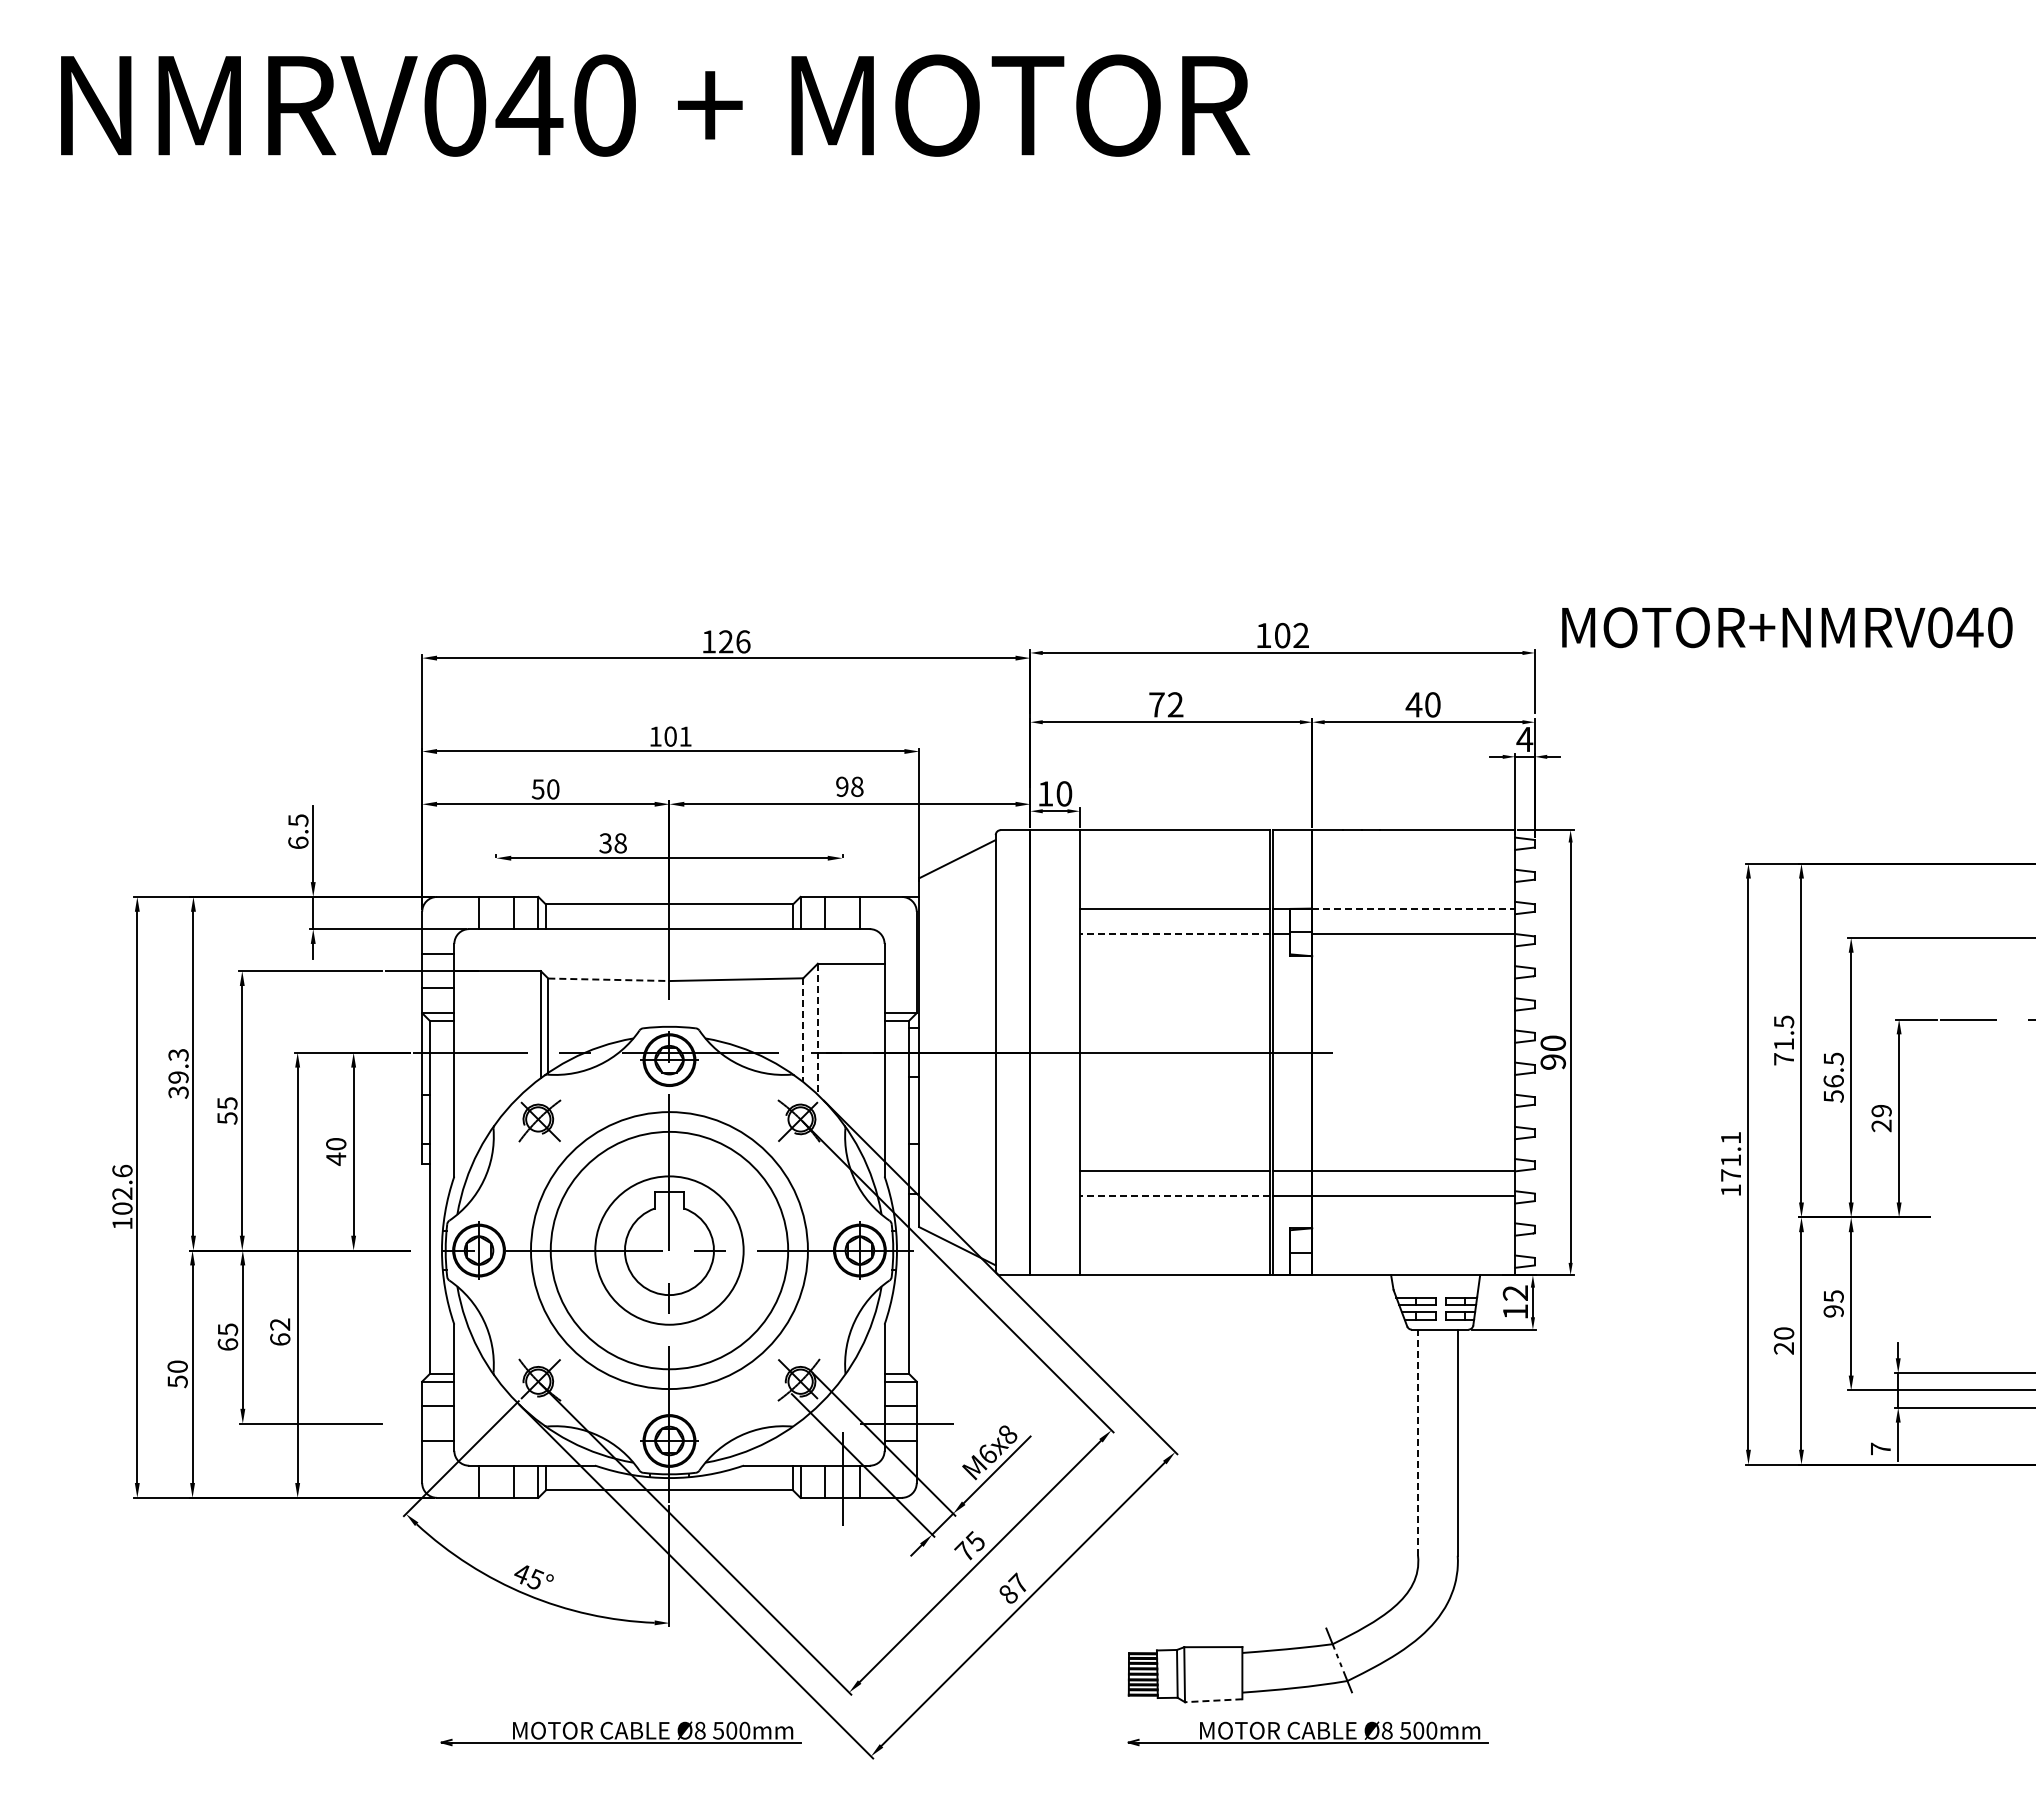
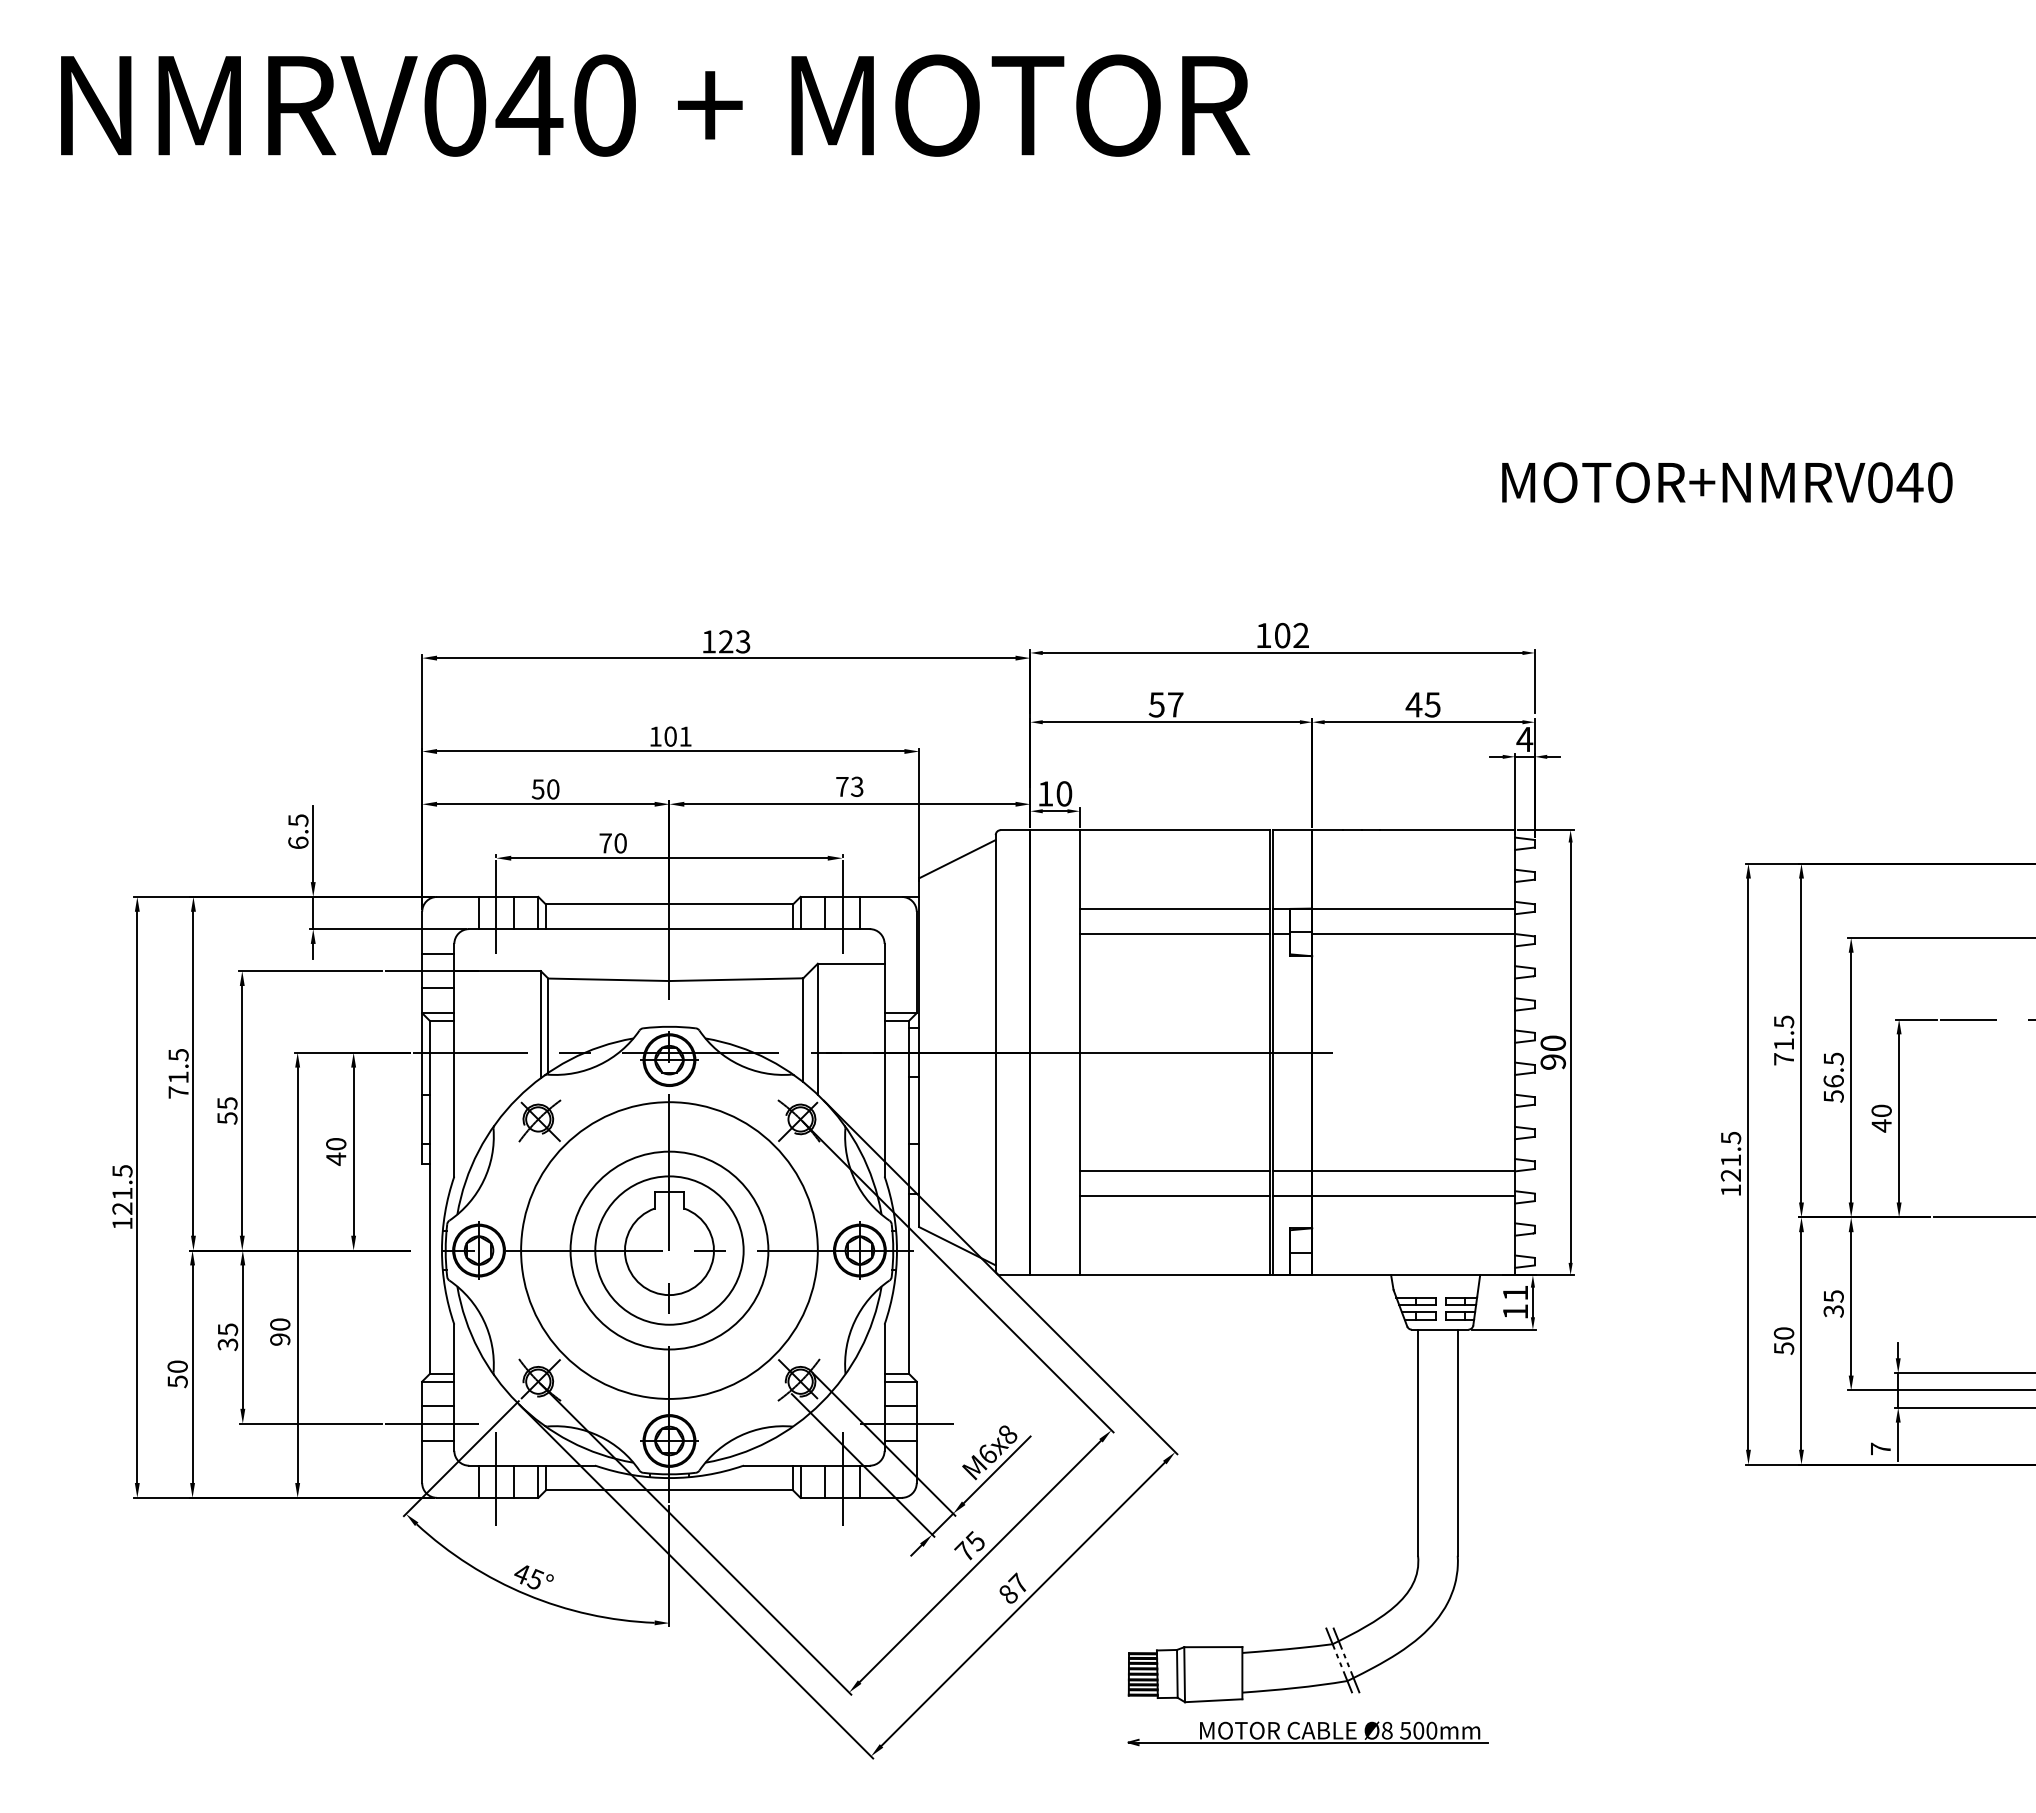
text at (1787, 627) position: (1787, 627) -> (1727, 482)
text at (743, 641): 126 -> 123
text at (1165, 704): 72 -> 57
text at (1432, 704): 40 -> 45
text at (849, 786): 98 -> 73
text at (612, 843): 38 -> 70
line at (496, 906): none -> present
line at (842, 906): none -> present
line at (1414, 909): dashed -> solid
line at (1174, 934): dashed -> solid
line at (608, 979): dashed -> solid
line at (817, 1029): dashed -> solid
line at (803, 1030): dashed -> solid
text at (178, 1073): 39.3 -> 71.5
text at (1881, 1118): 29 -> 40
text at (1730, 1156): 171.1 -> 121.5
text at (122, 1189): 102.6 -> 121.5
line at (1174, 1196): dashed -> solid
line at (1982, 1217): none -> present
circle at (668, 1250) diameter: 277 px -> 198 px
circle at (669, 1250) diameter: 237 px -> 297 px
text at (1514, 1292): 12 -> 11
text at (1833, 1311): 95 -> 35
text at (280, 1331): 62 -> 90
text at (227, 1344): 65 -> 35
text at (1783, 1348): 20 -> 50
line at (431, 1423): none -> present
line at (1418, 1443): dashed -> solid
line at (496, 1478): none -> present
line at (1347, 1662): none -> present
line at (1213, 1700): dashed -> solid
part at (620, 1733): present -> none
